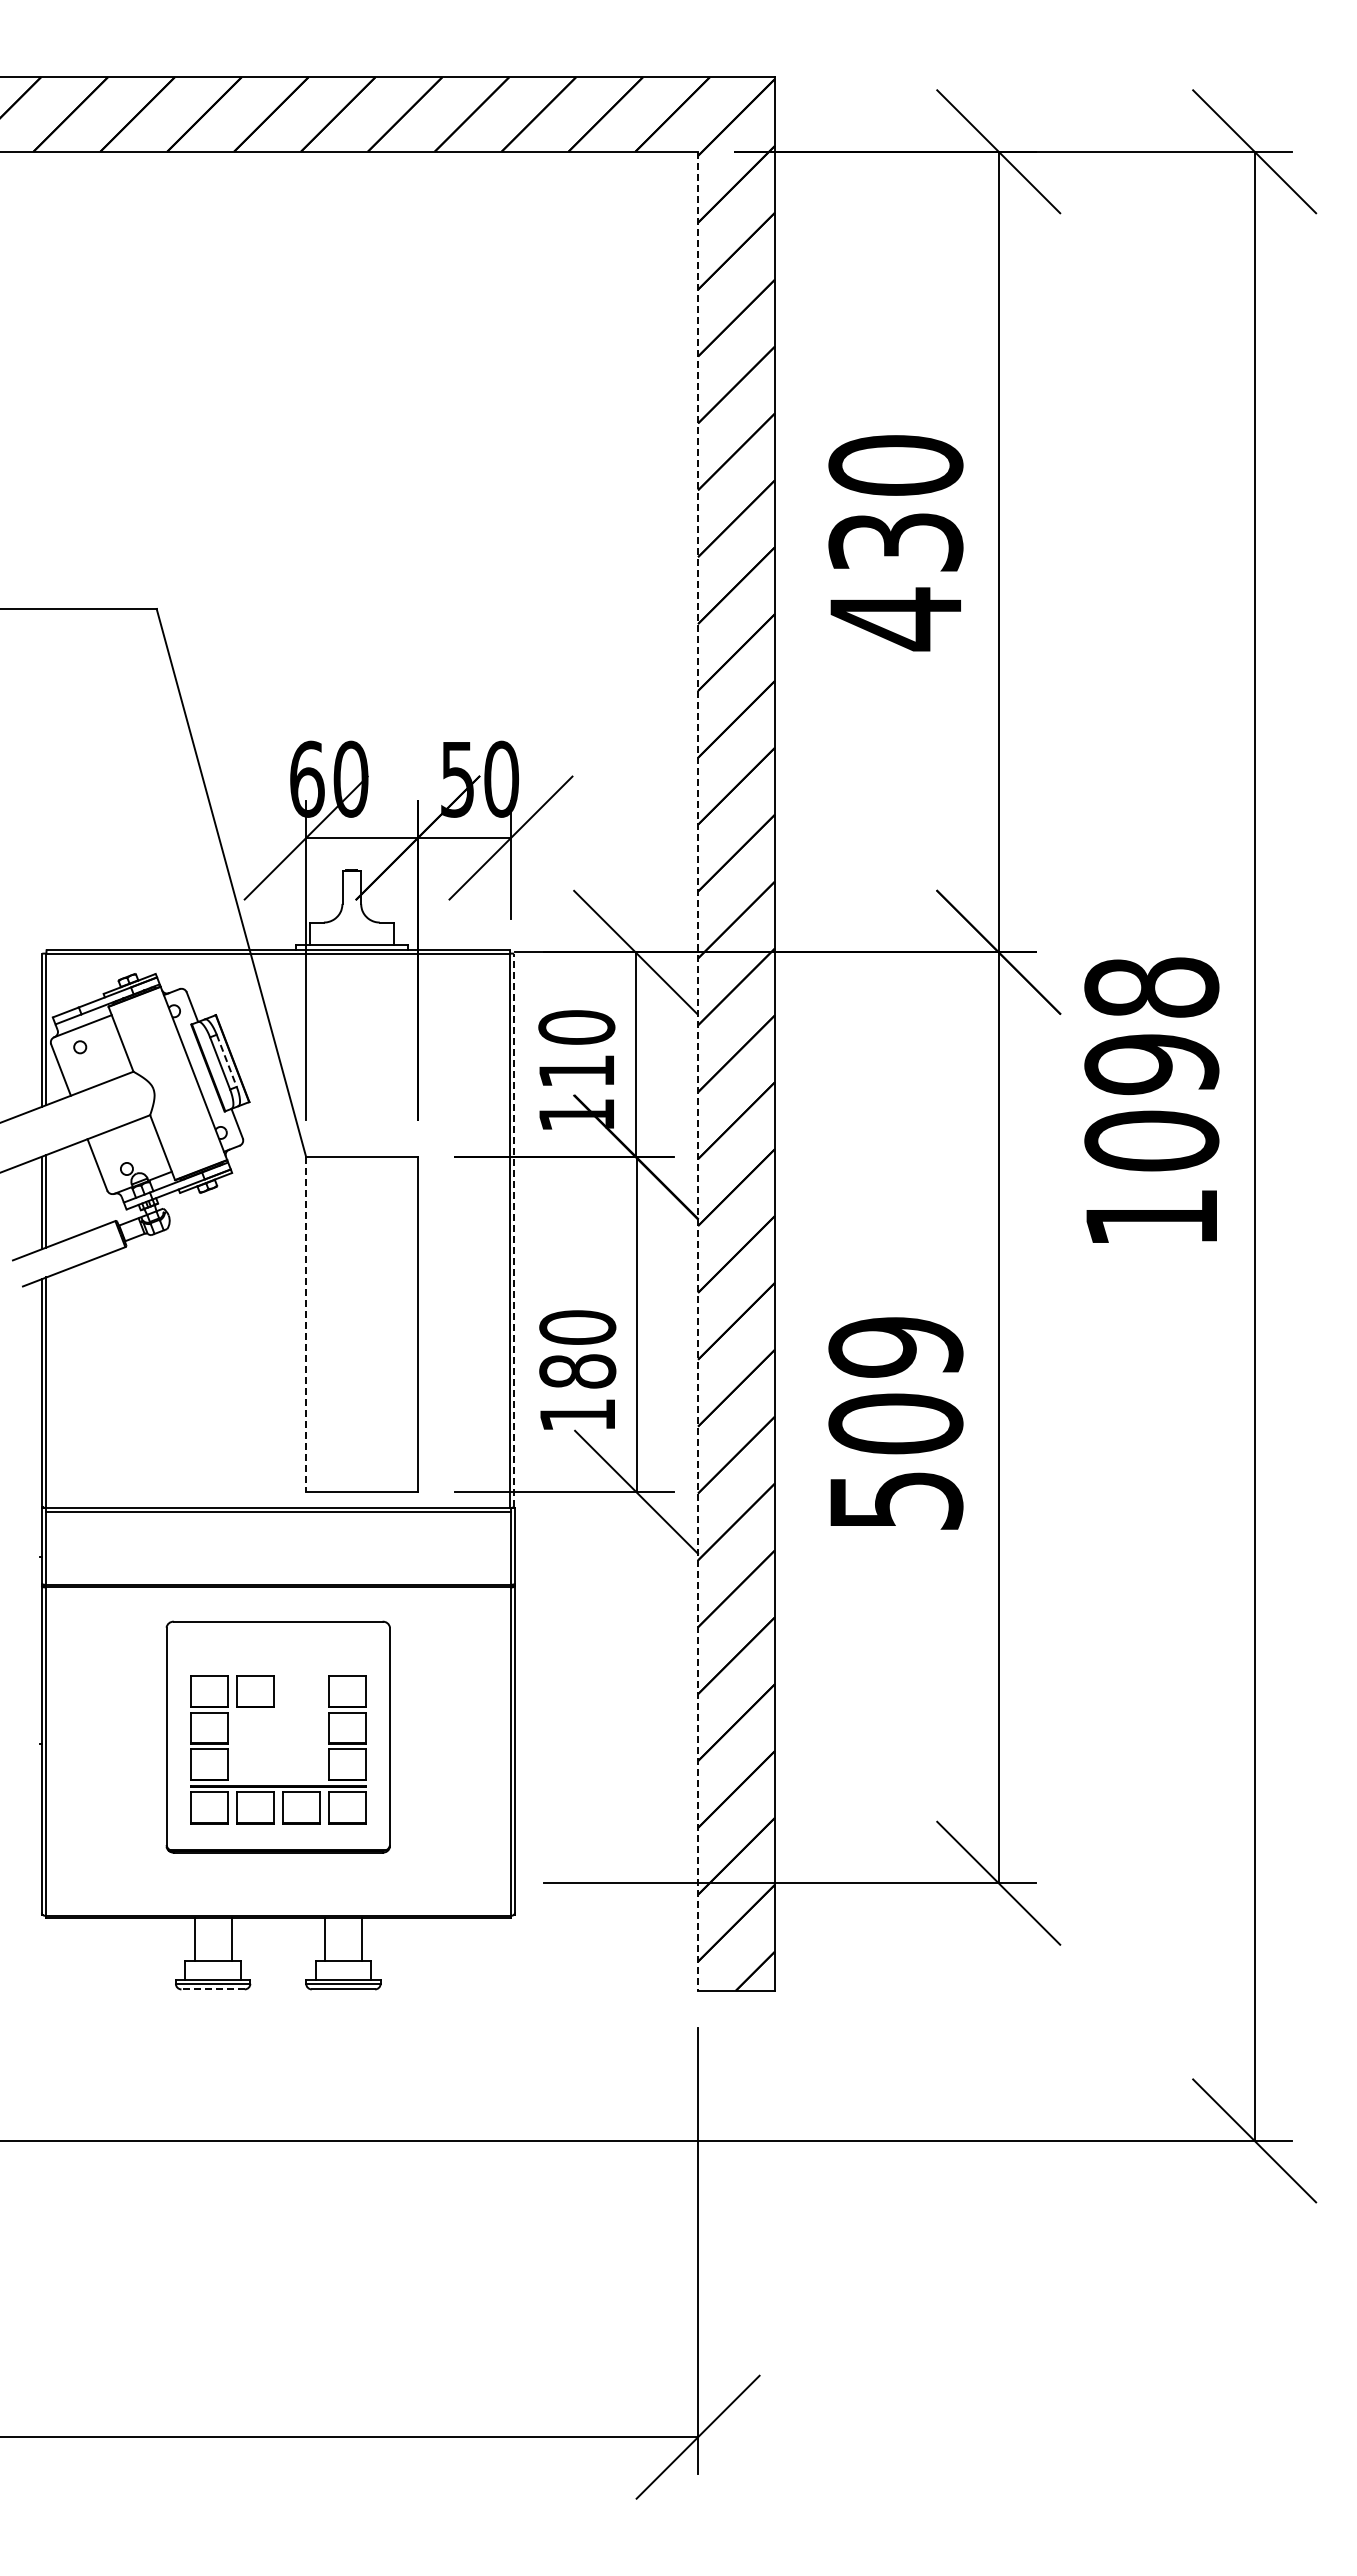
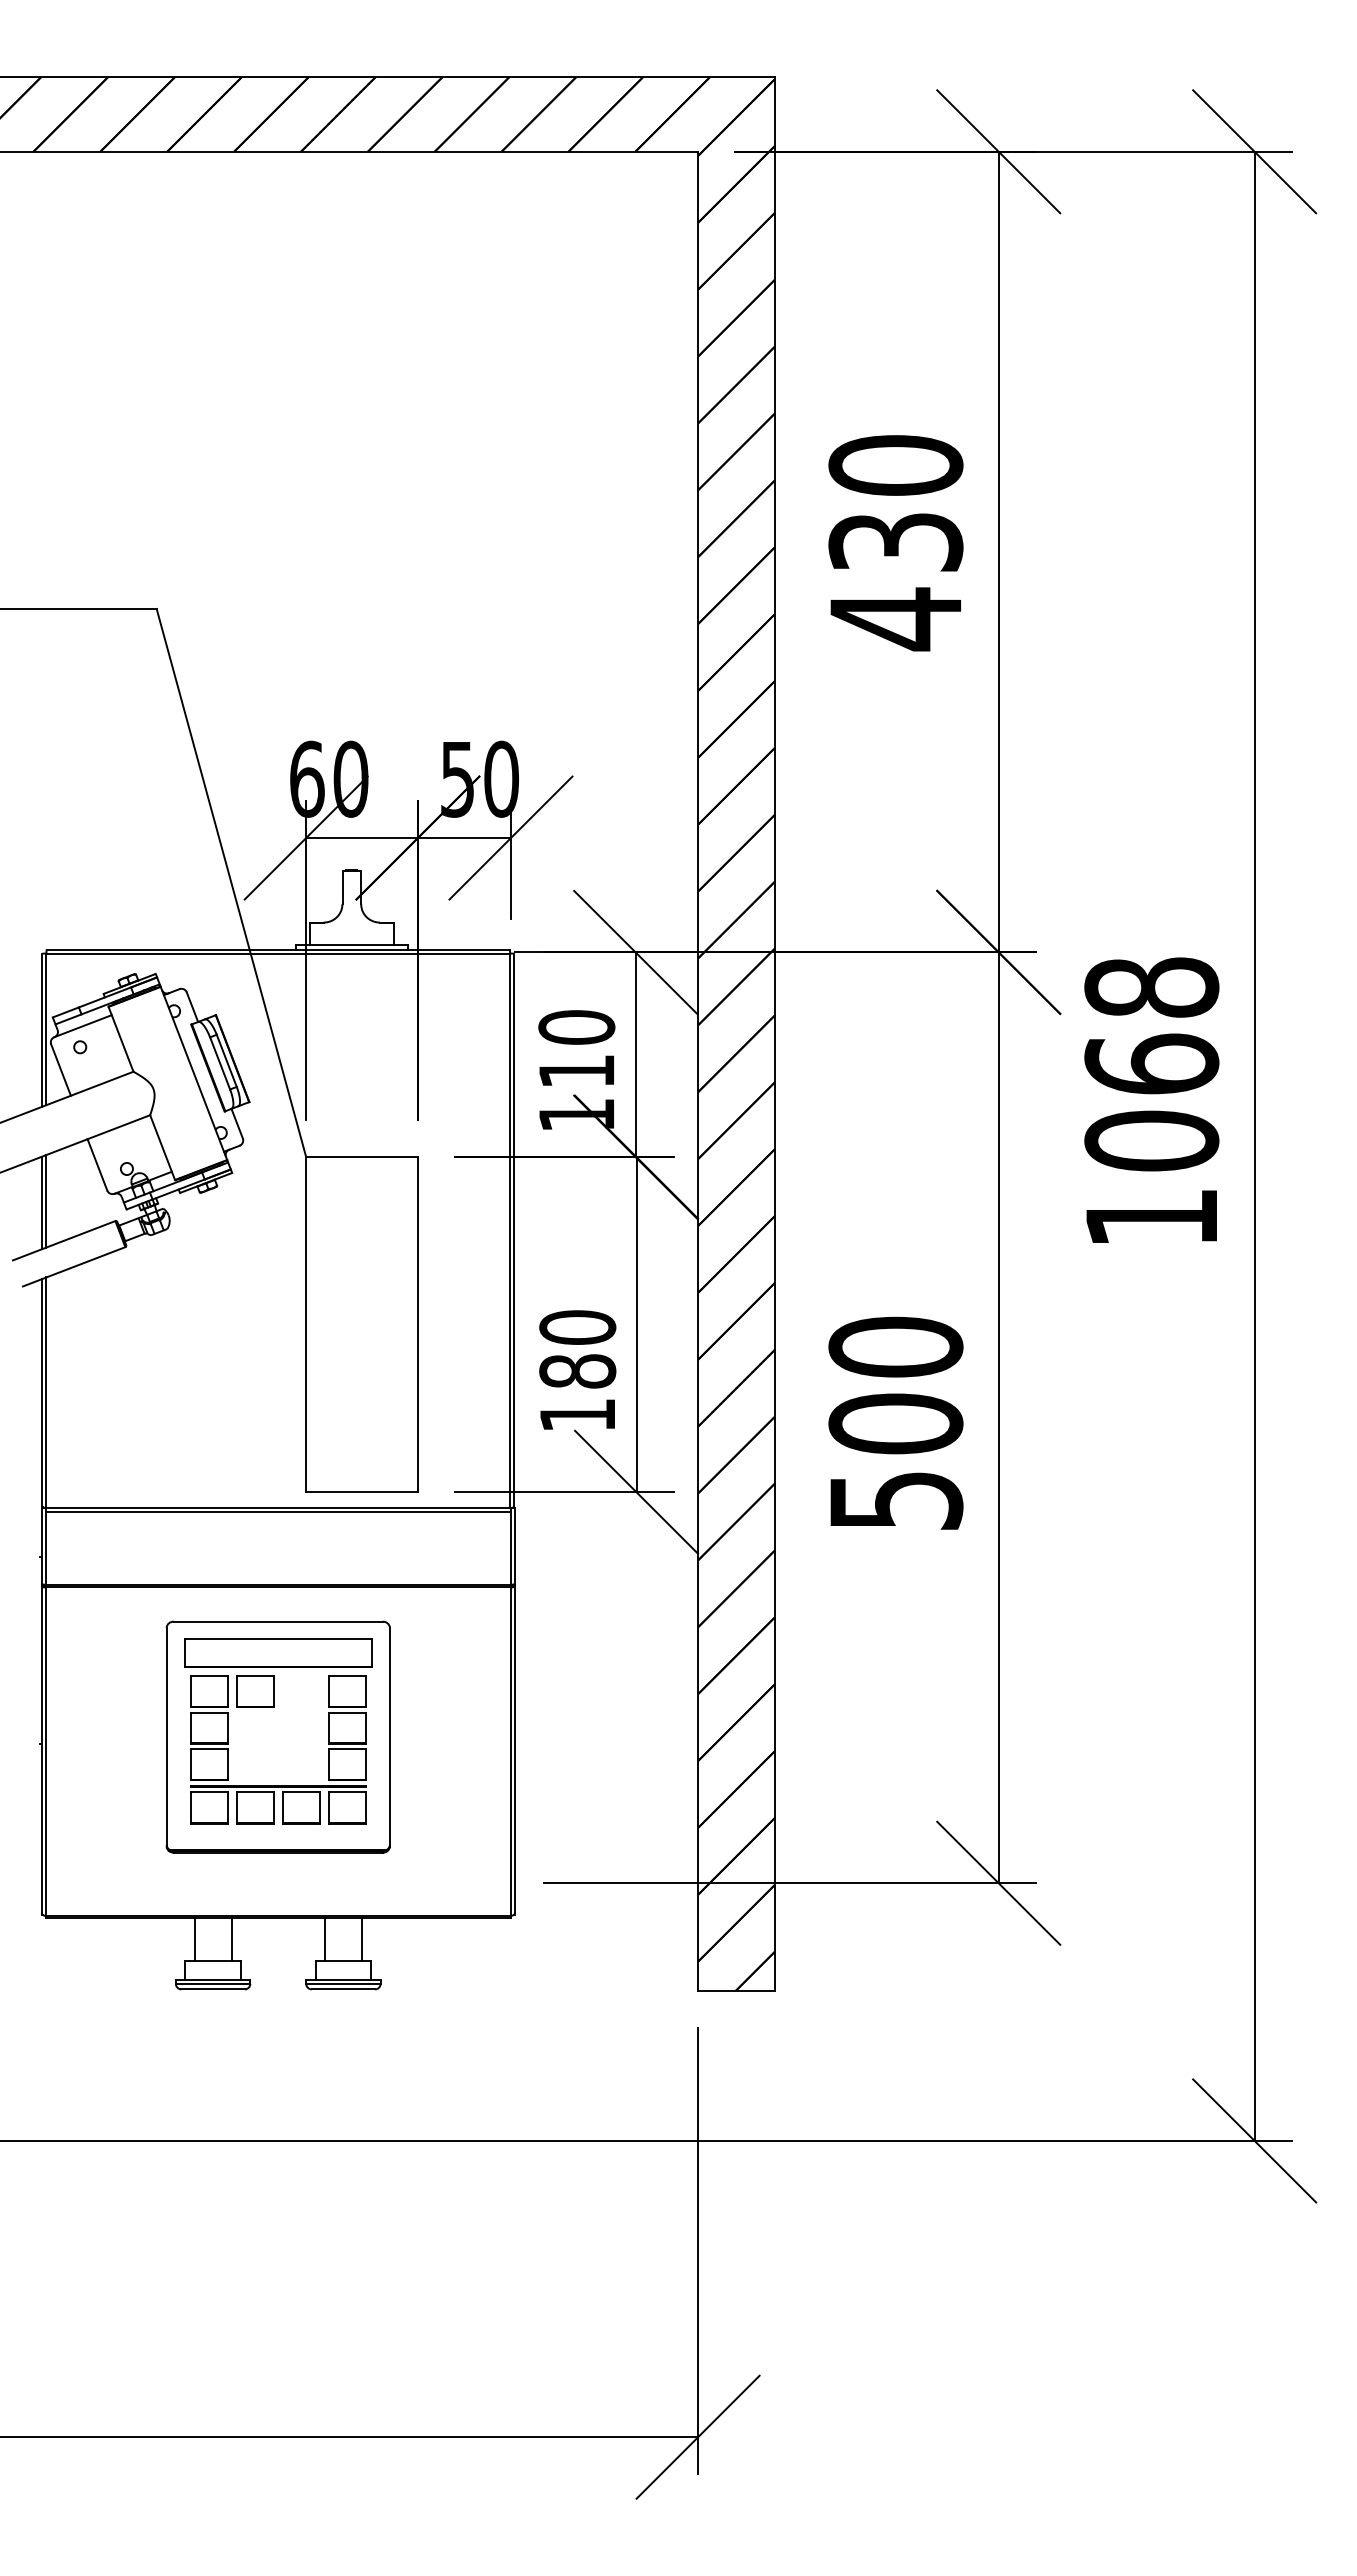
line at (226, 1060): dashed -> solid
text at (1151, 1064): 1098 -> 1068
line at (698, 1071): dashed -> solid
line at (514, 1230): dashed -> solid
line at (306, 1324): dashed -> solid
text at (895, 1346): 509 -> 500
part at (278, 1652): none -> present
line at (213, 1989): dashed -> solid
